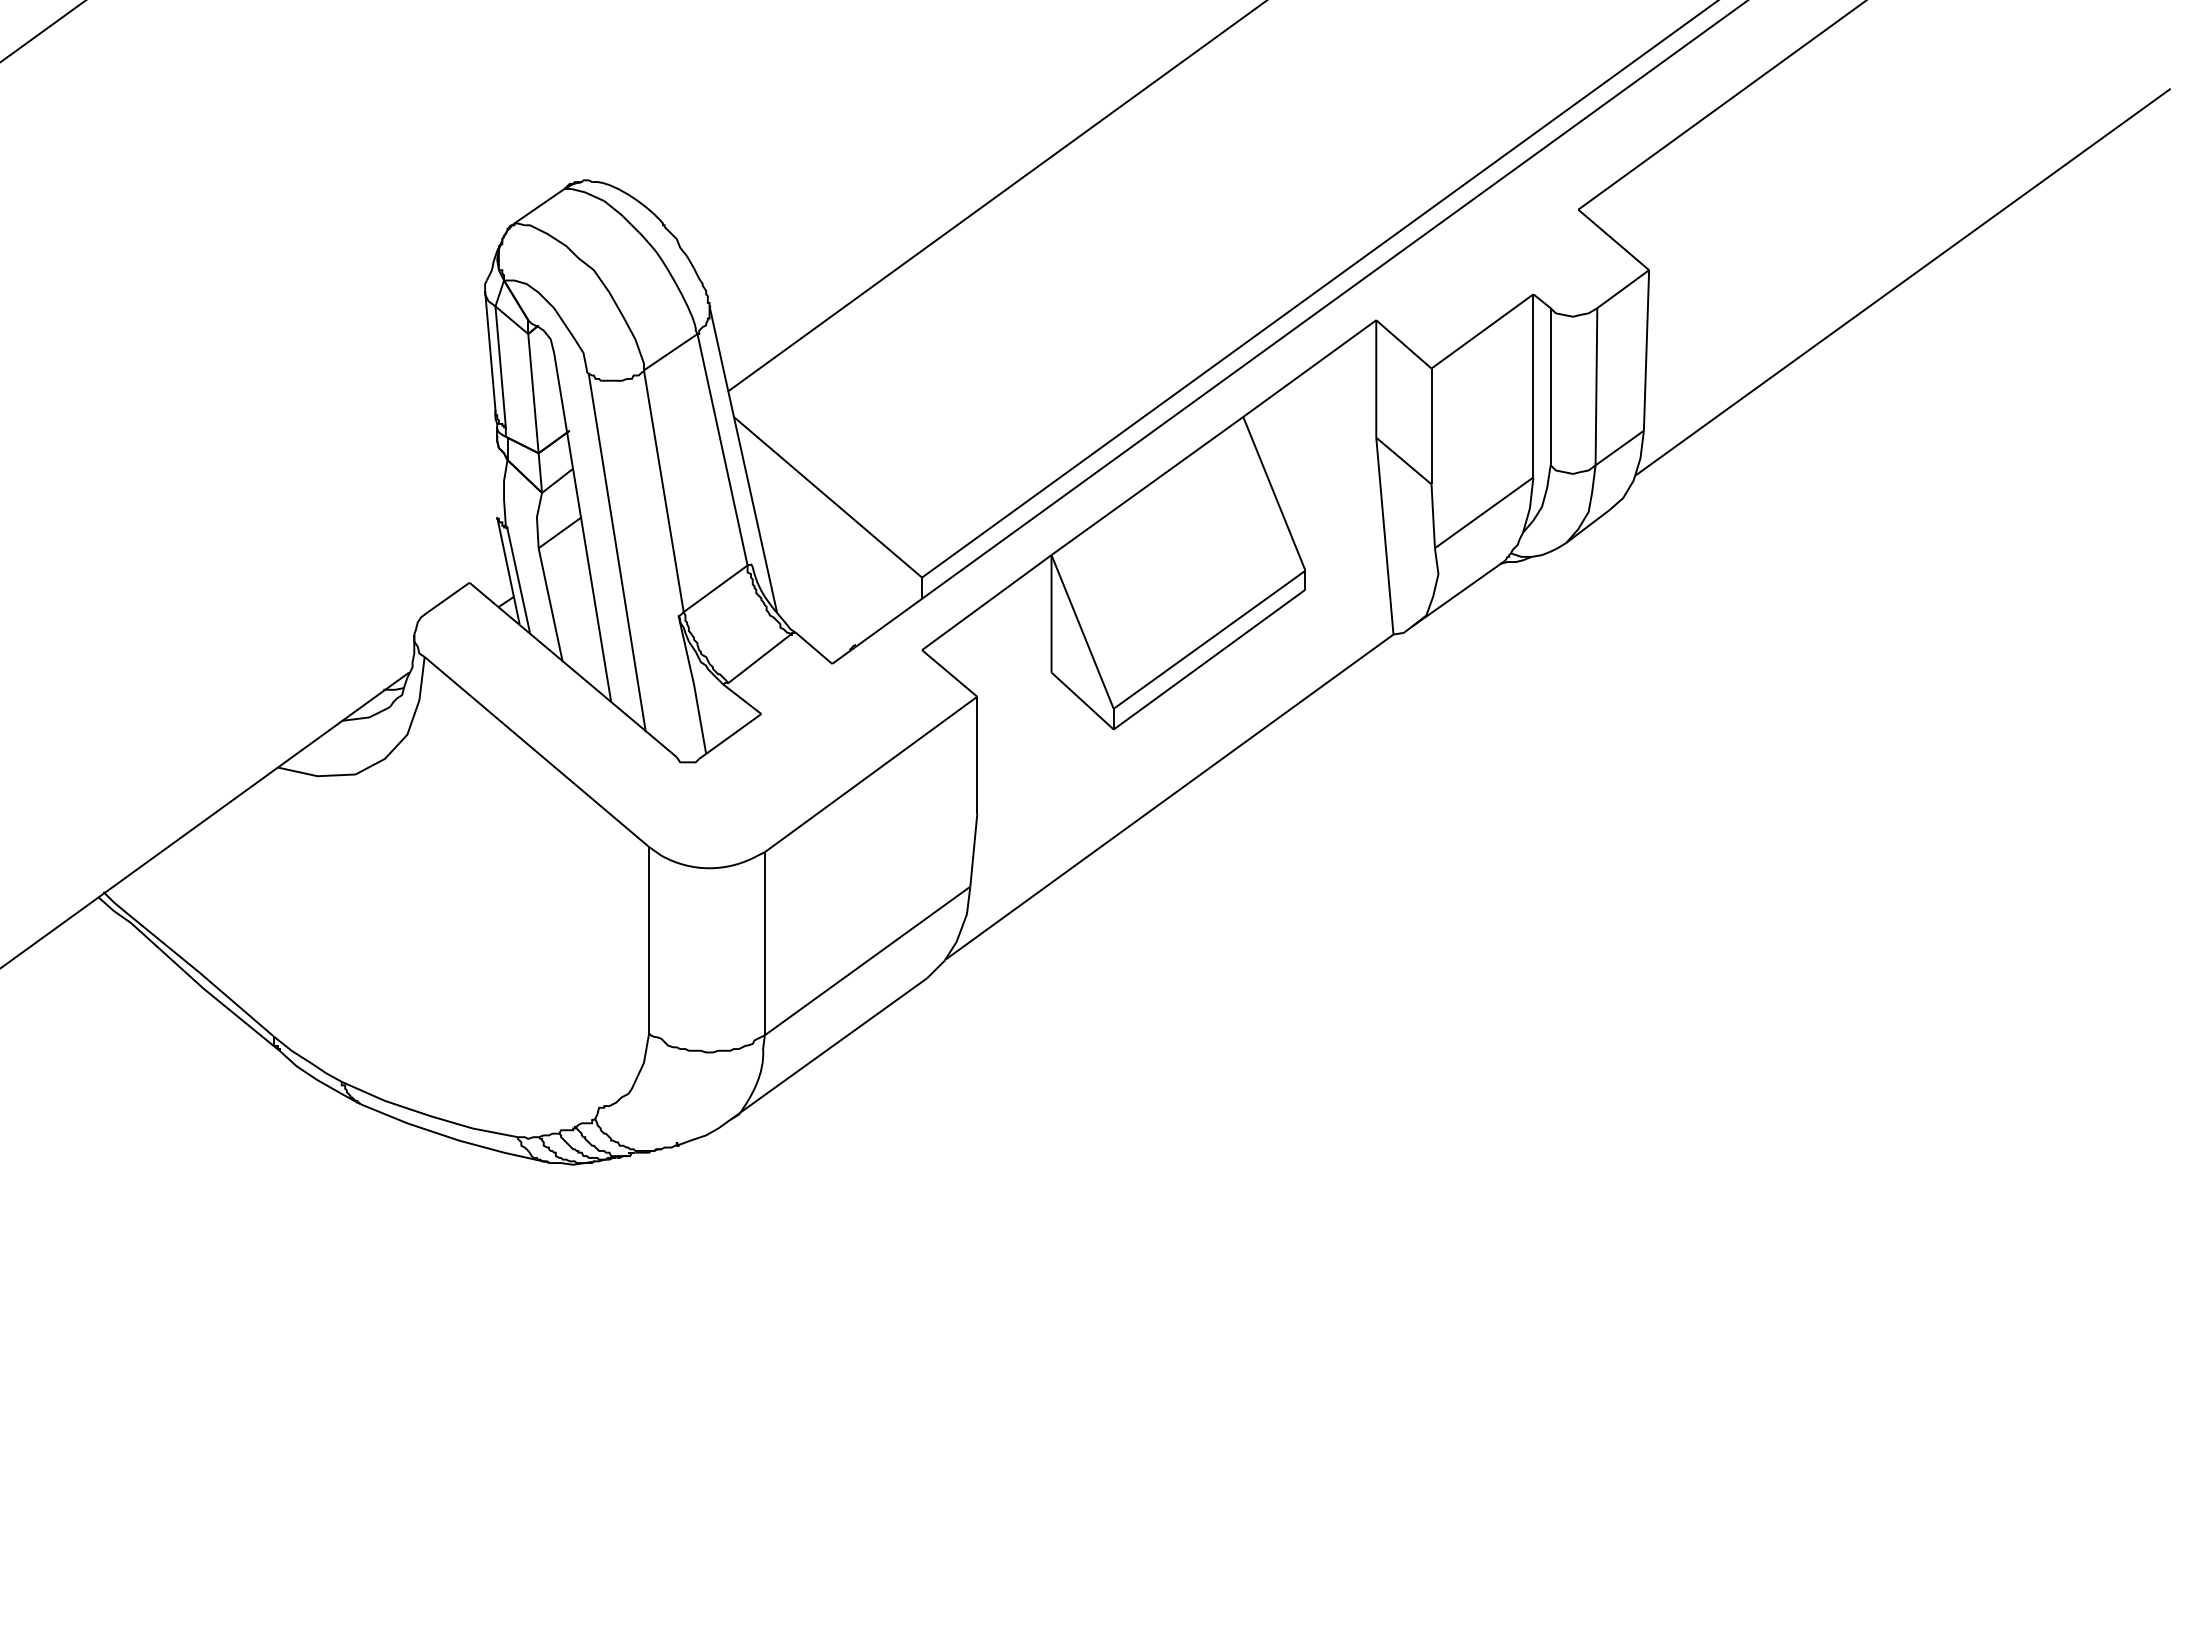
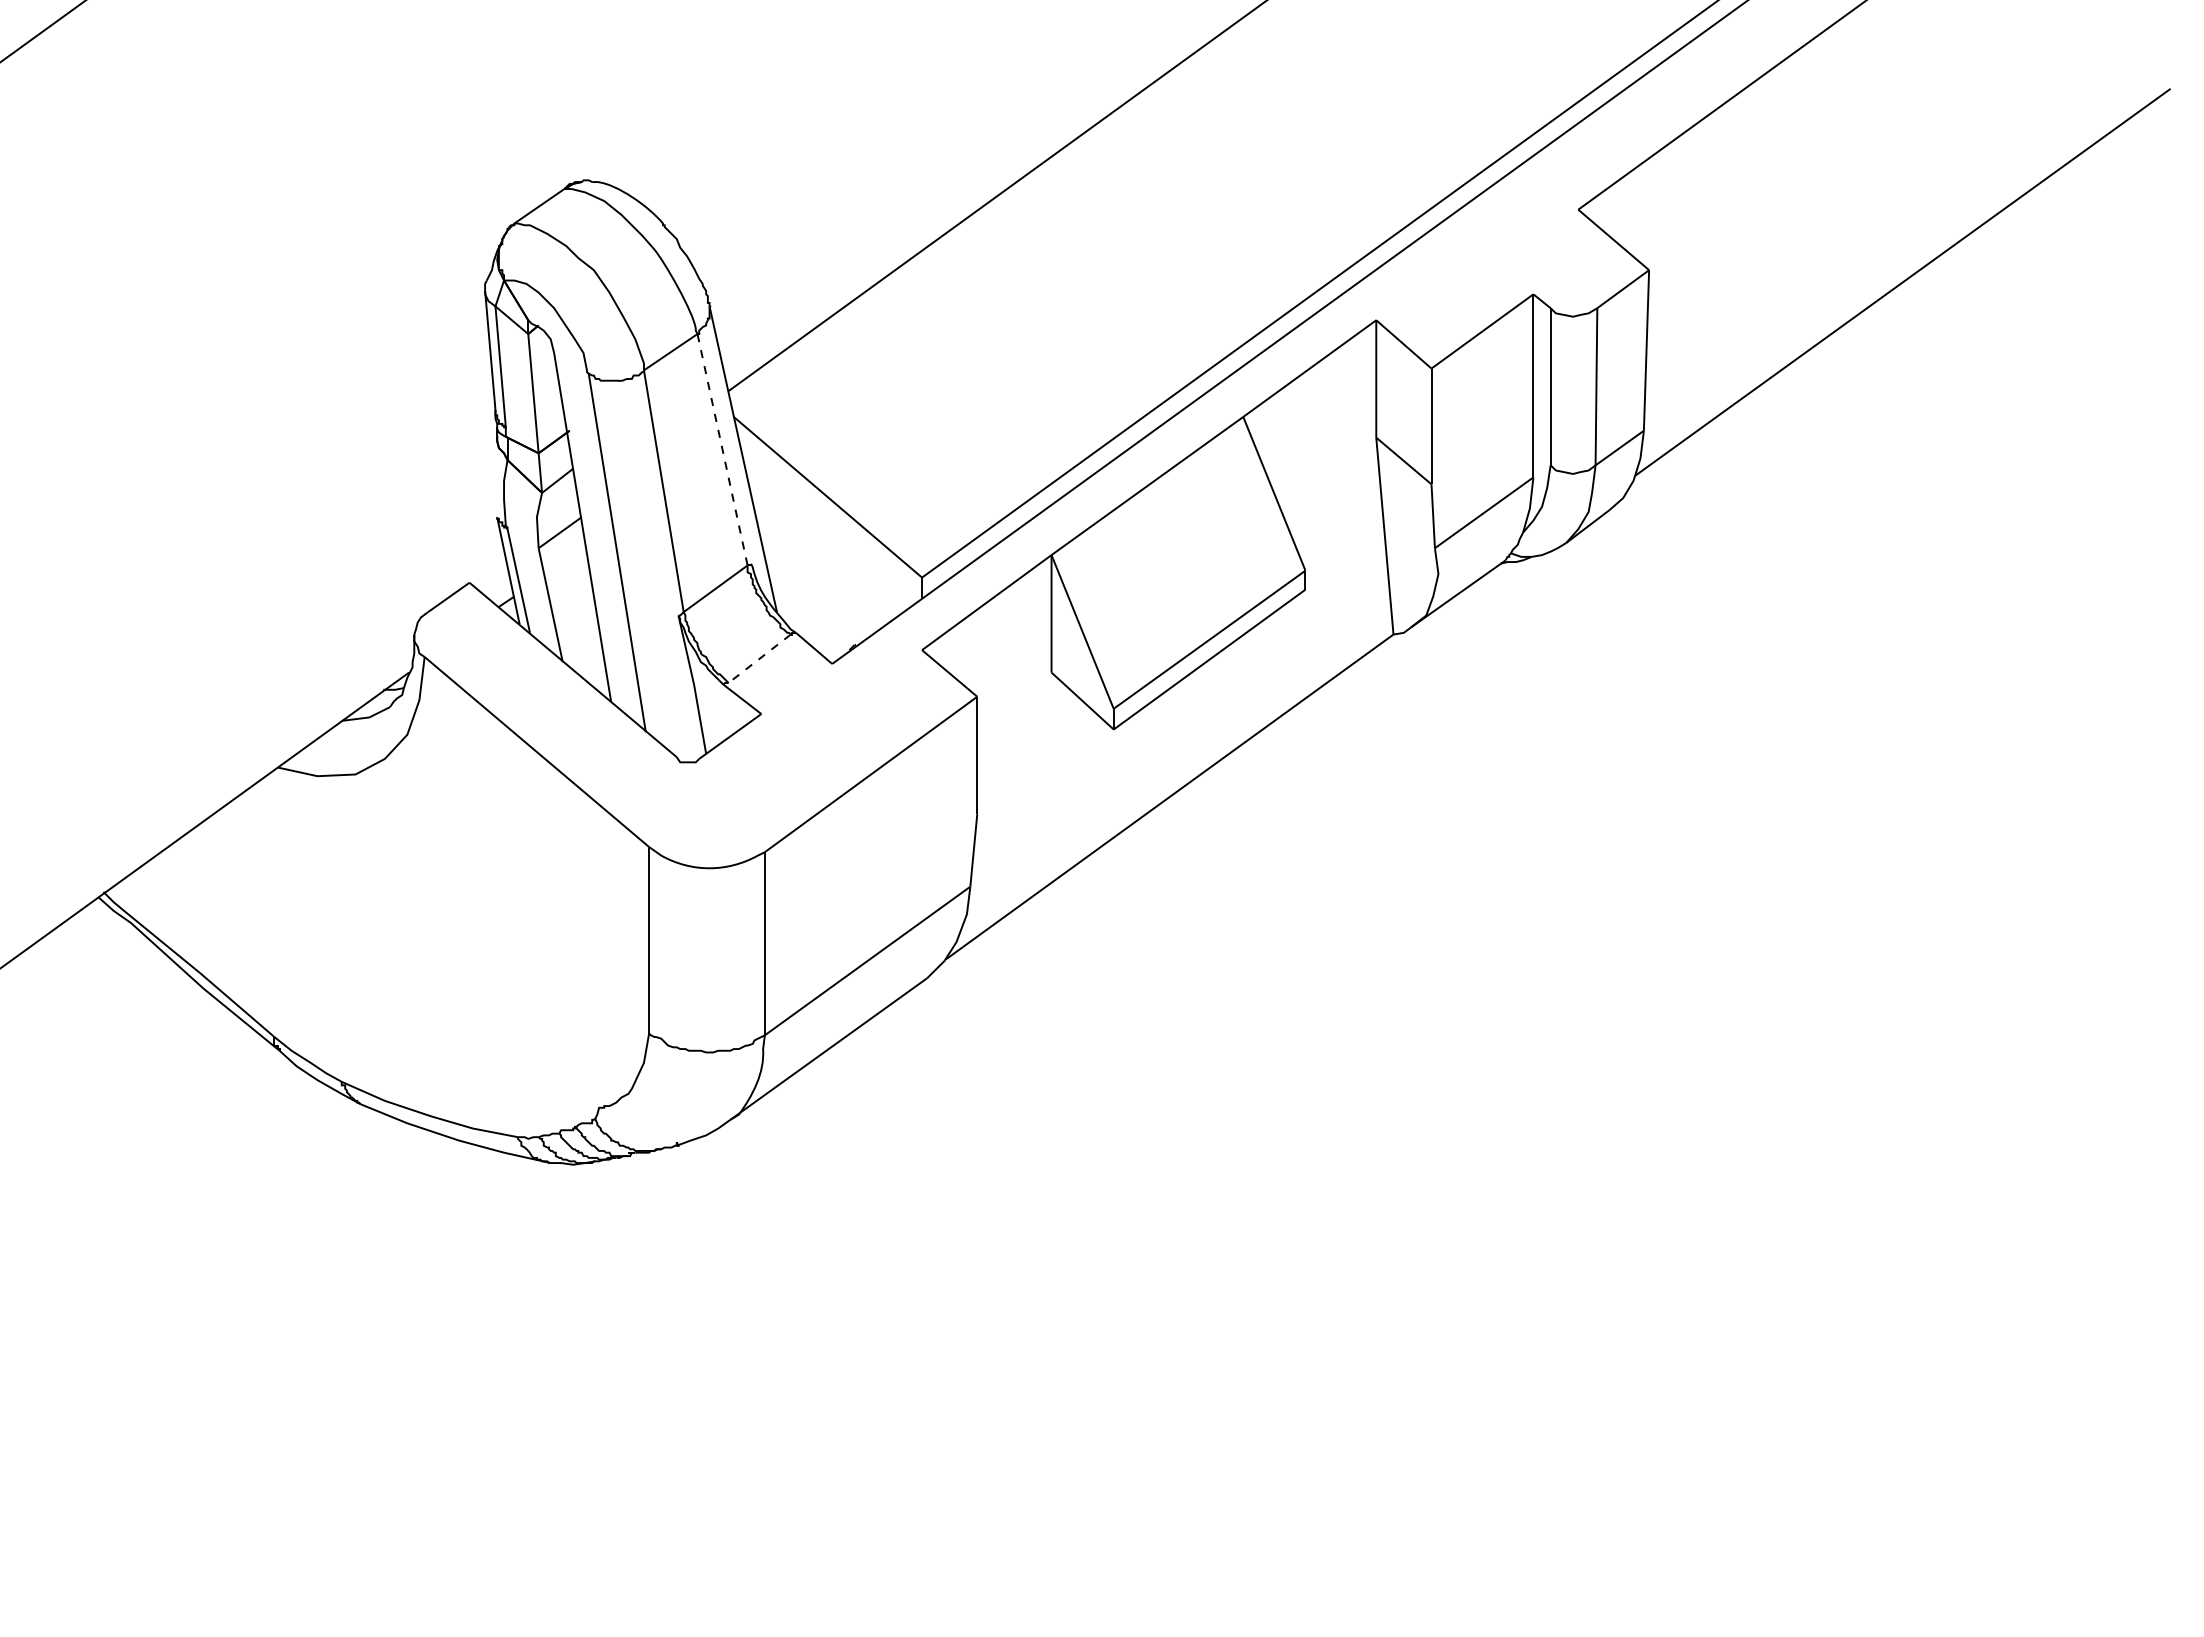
line at (722, 449): solid -> dashed
line at (759, 659): solid -> dashed
